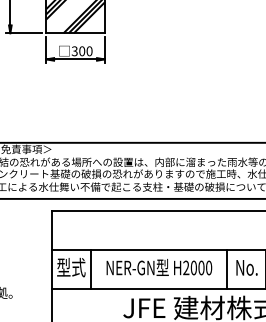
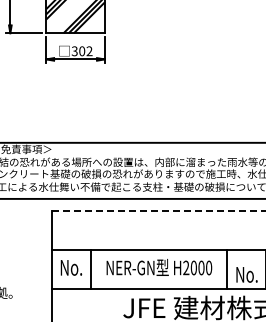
text at (89, 51): 300 -> 302
line at (158, 211): solid -> dashed
text at (71, 267): 型式 -> No.
text at (246, 267) position: (246, 267) -> (246, 274)
